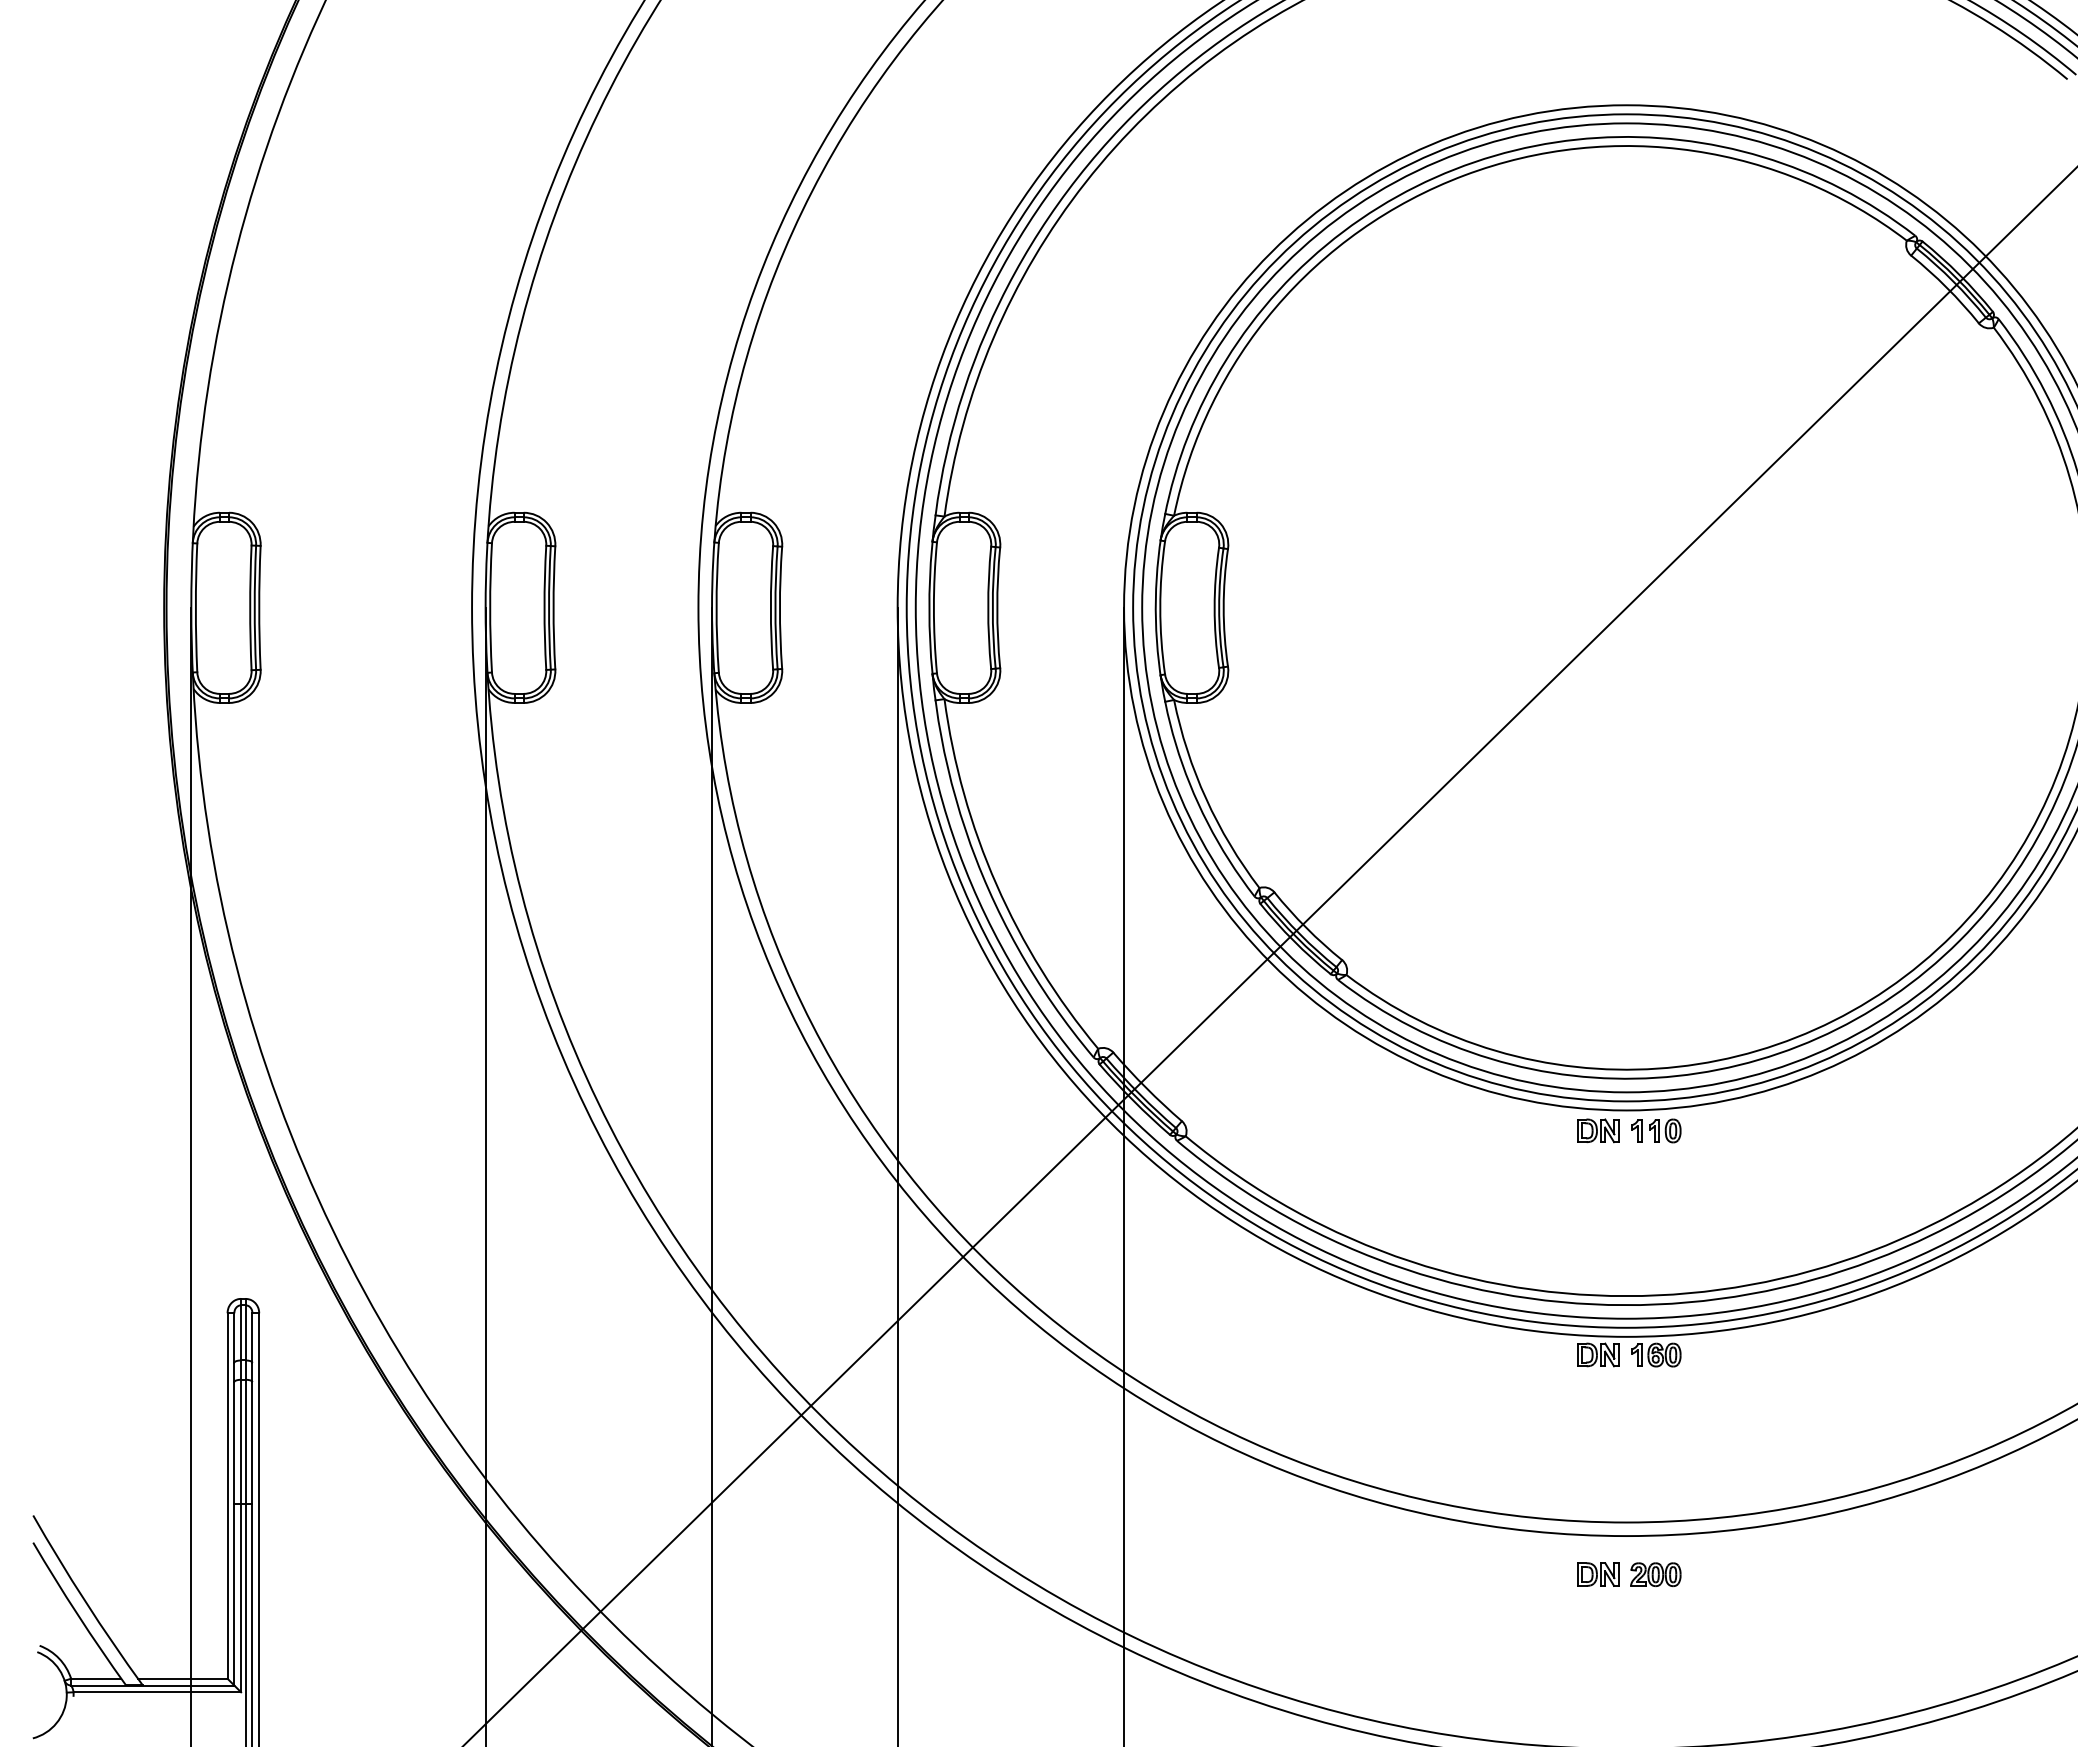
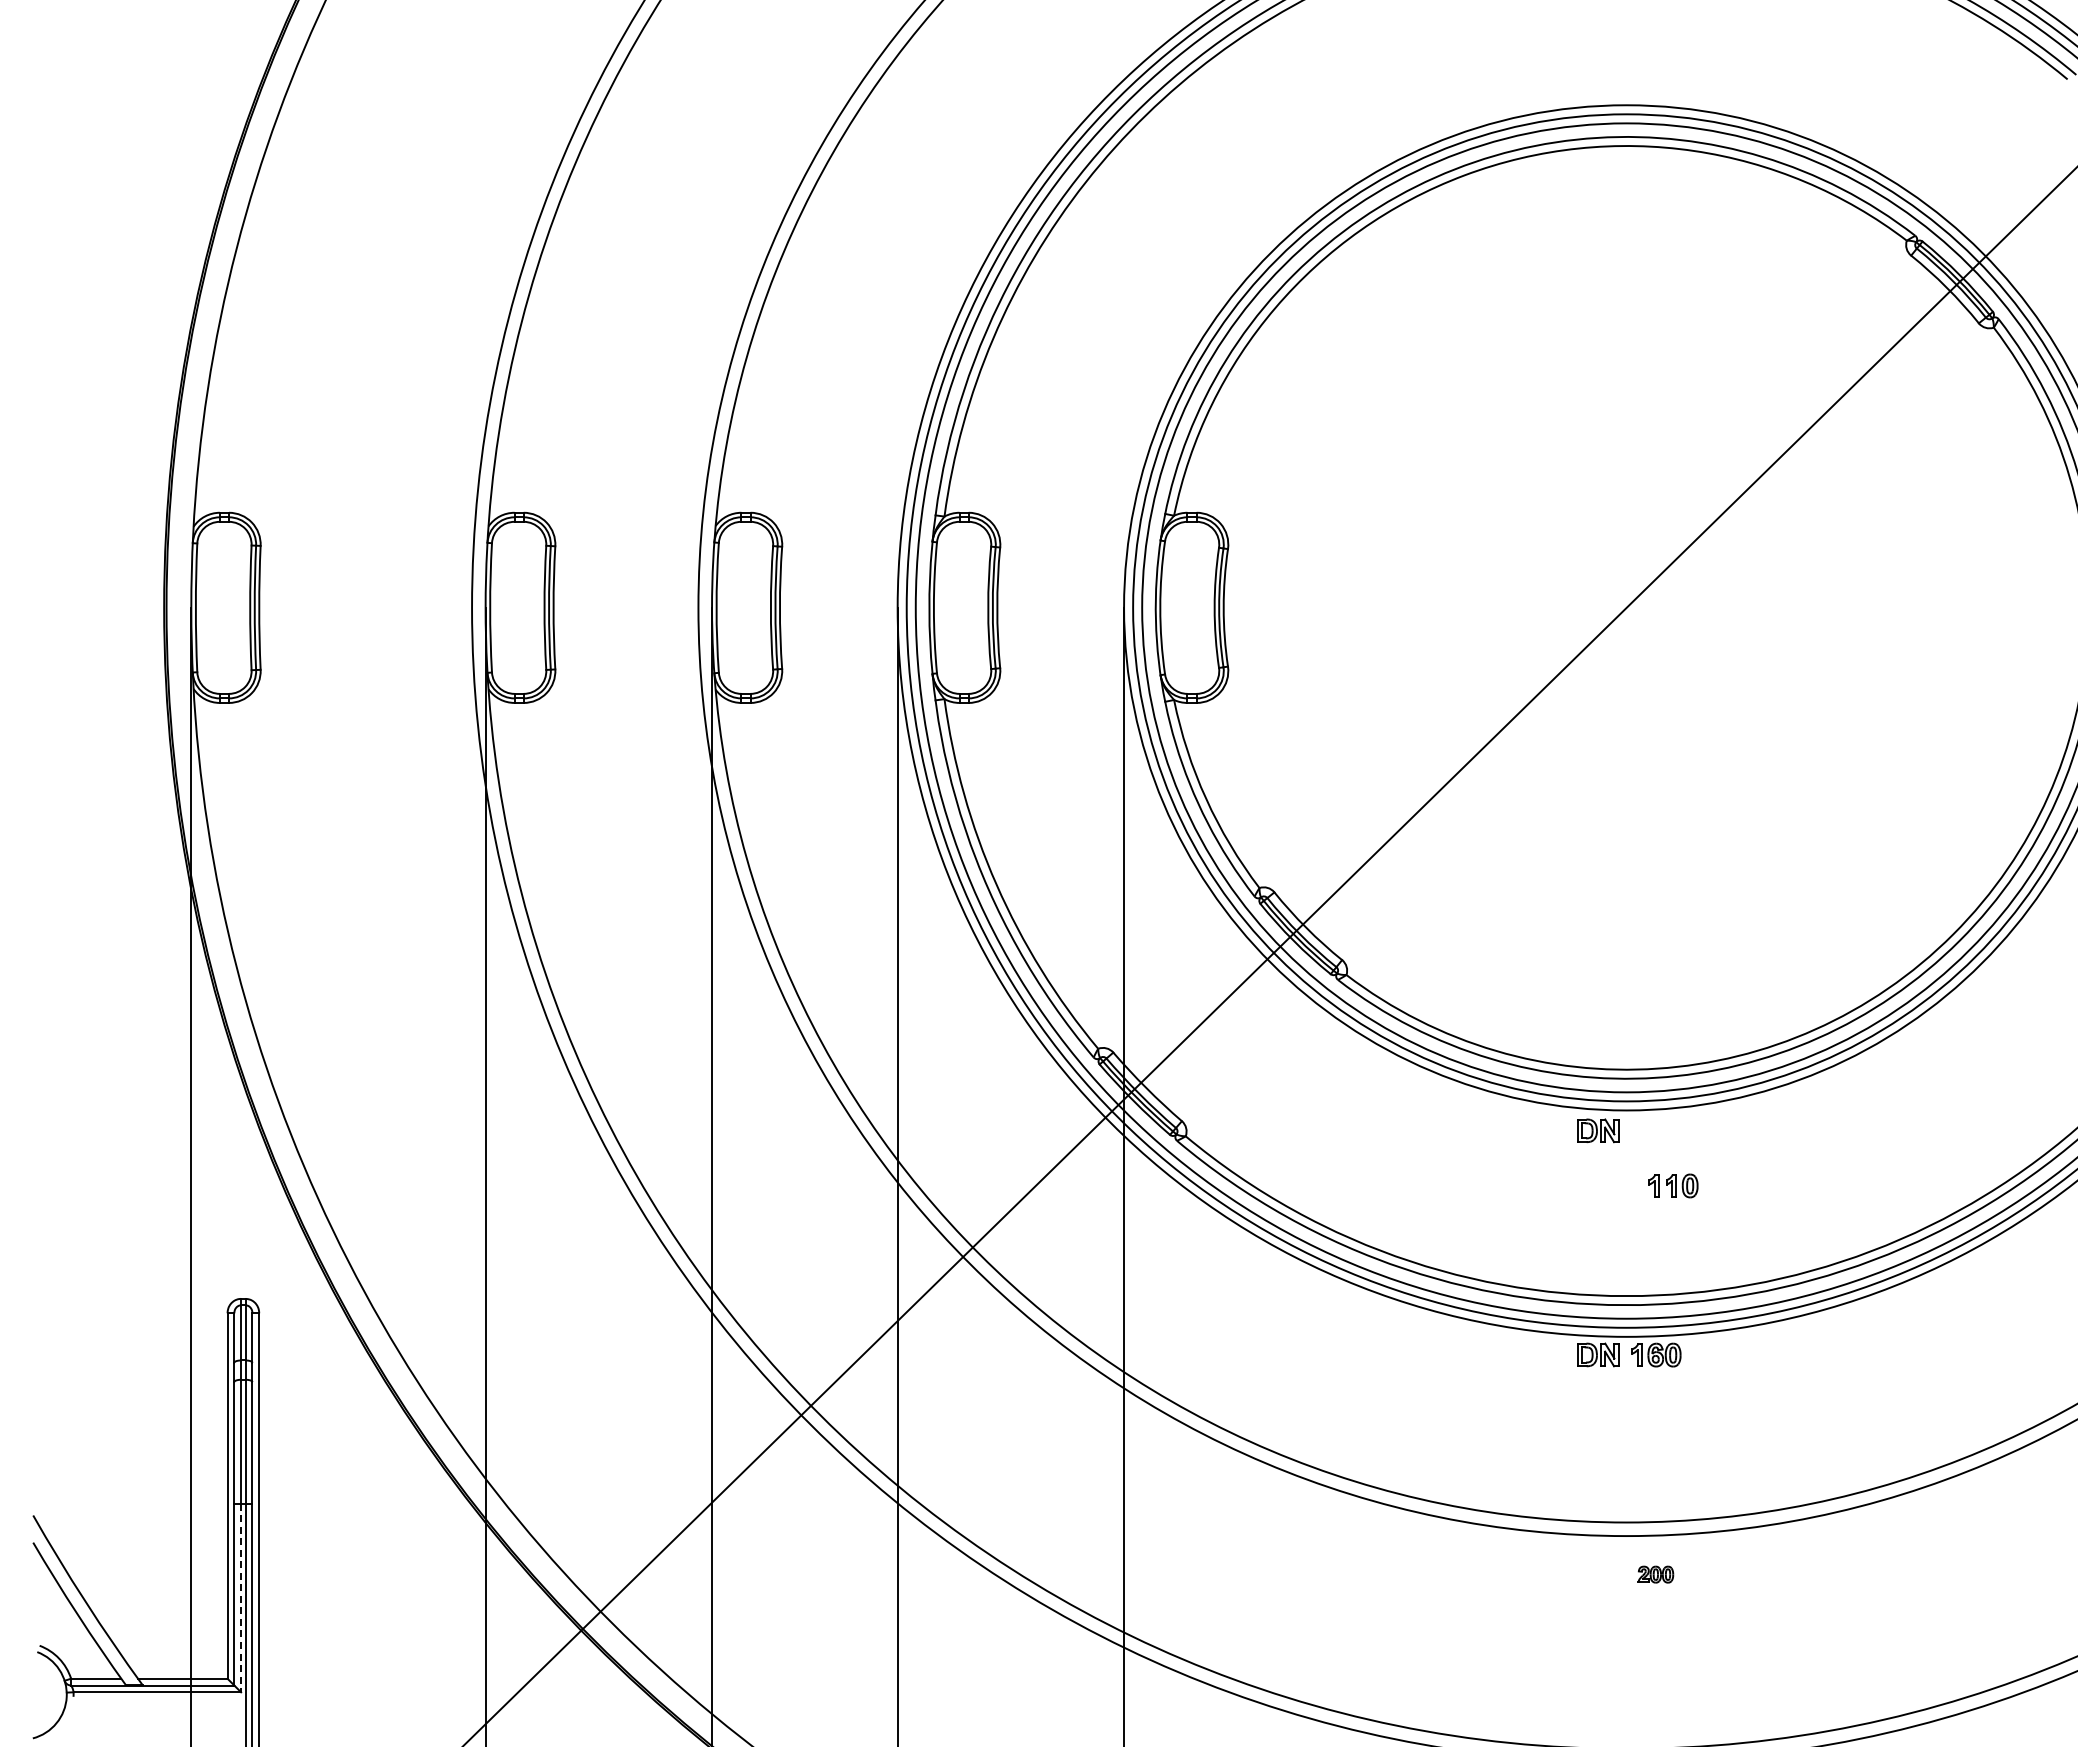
part at (1656, 1130) position: (1656, 1130) -> (1673, 1185)
part at (1598, 1574): present -> none
part at (1655, 1574) size: 52x25 px -> 38x19 px
line at (241, 1598): solid -> dashed
